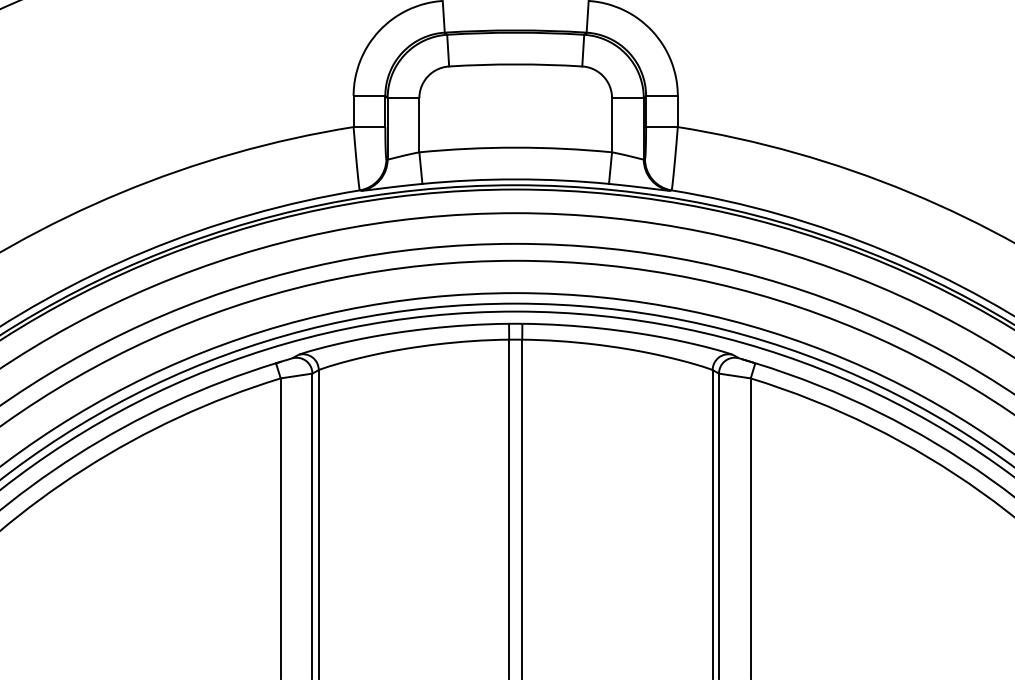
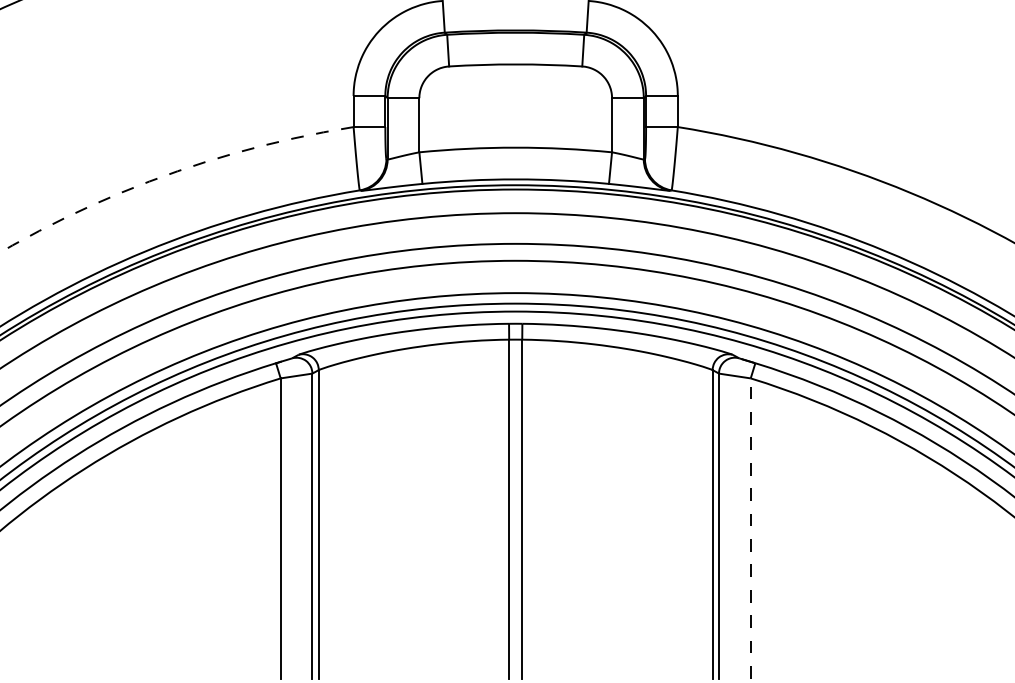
arc at (171, 173): solid -> dashed
line at (750, 528): solid -> dashed
